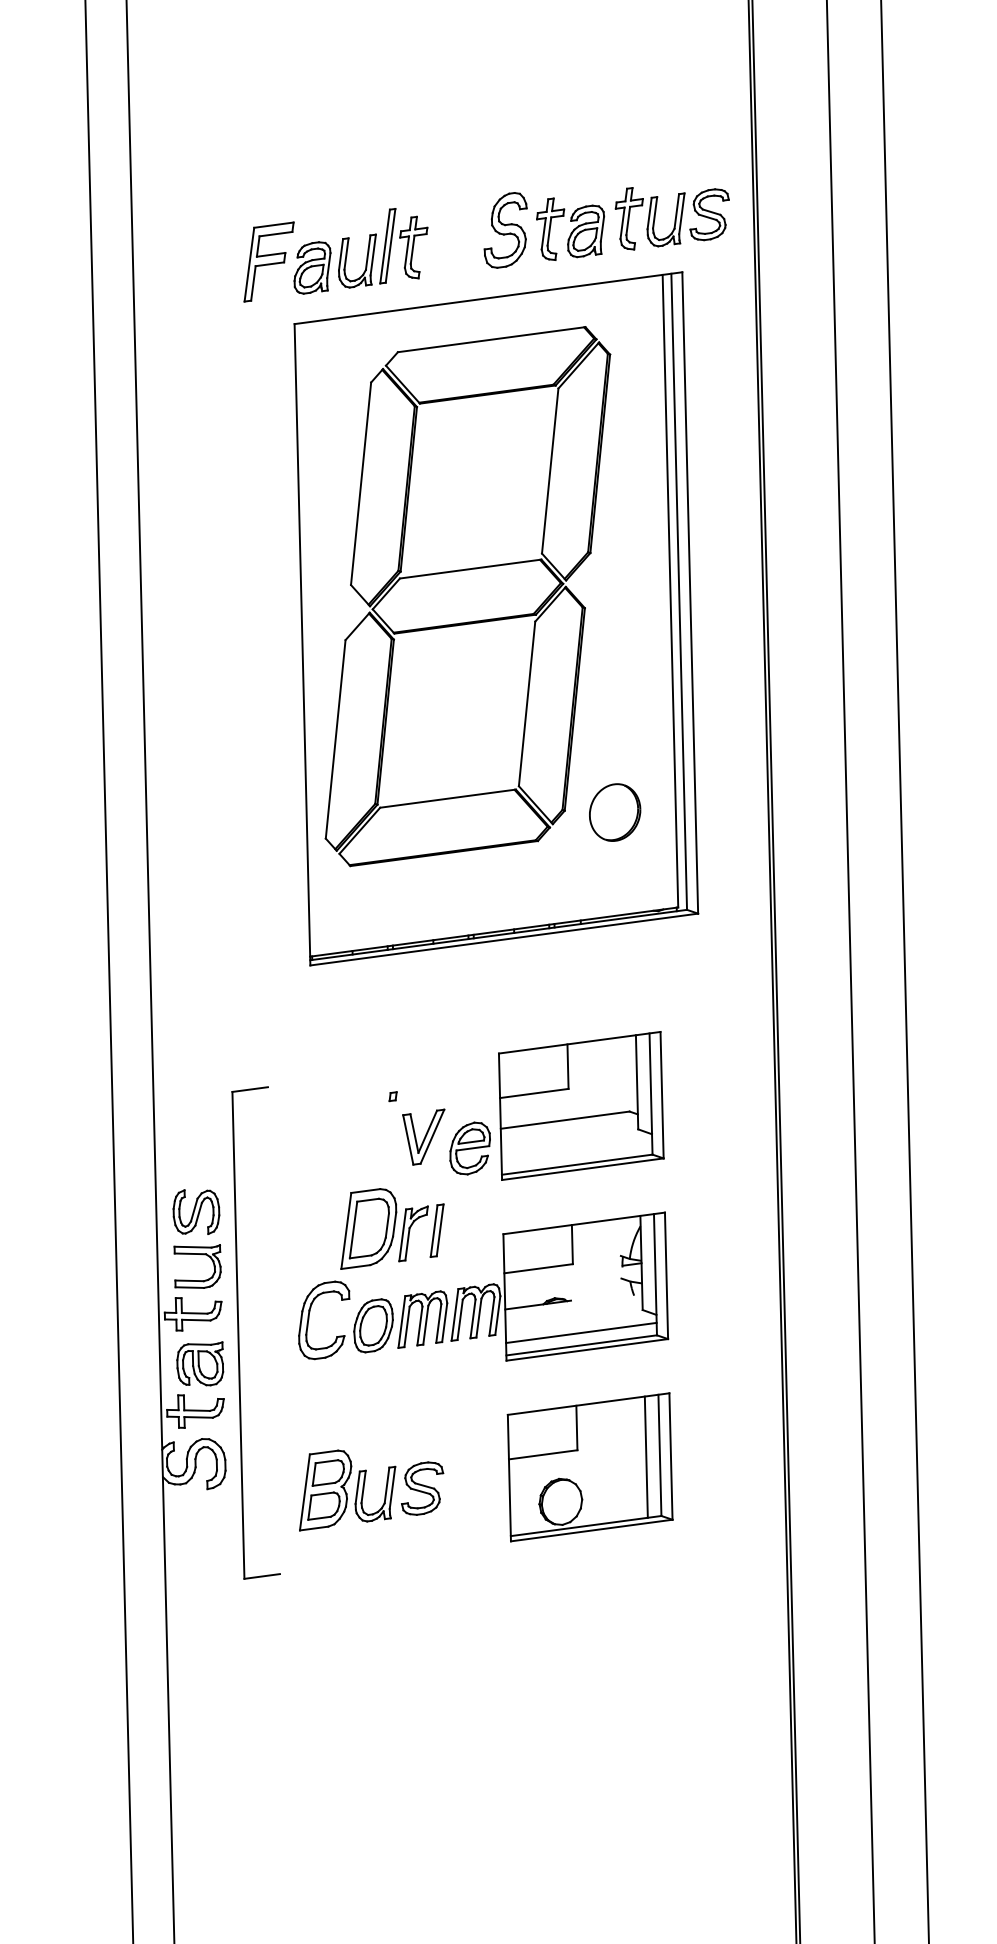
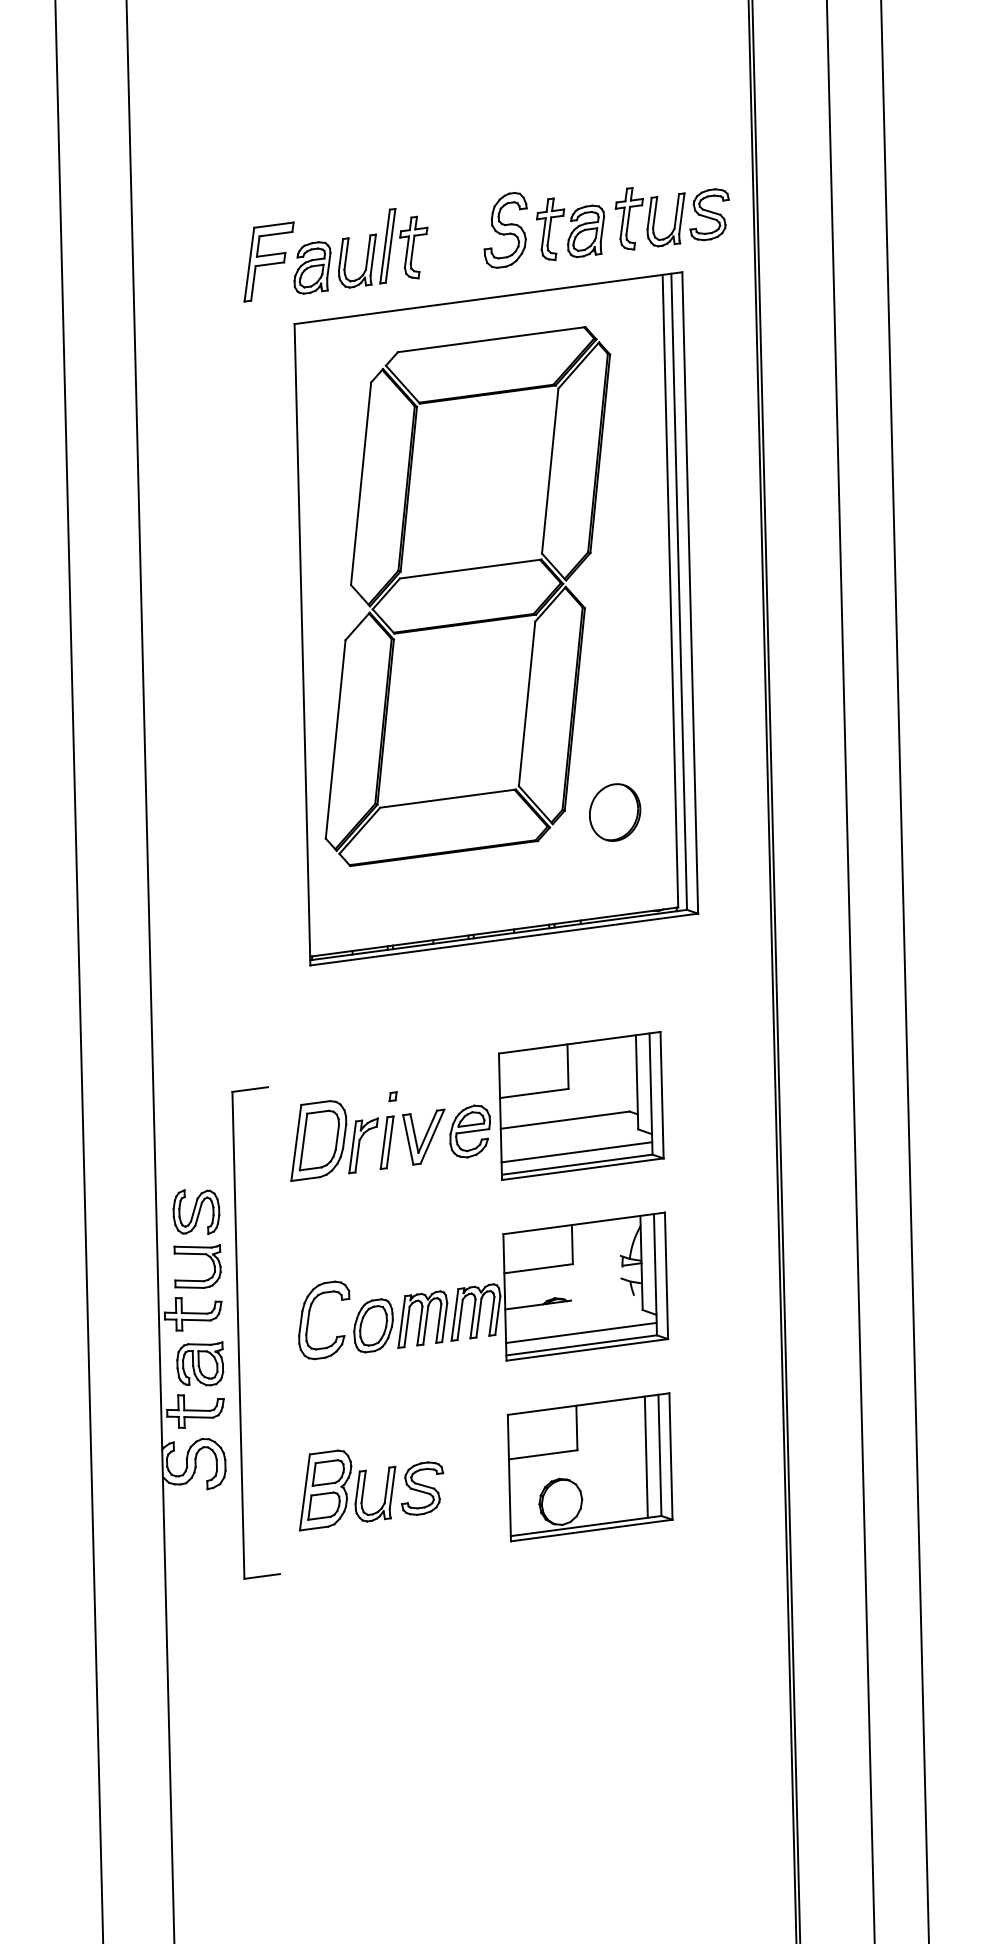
line at (109, 971) position: (109, 971) -> (79, 971)
part at (469, 1148) position: (469, 1148) -> (469, 1131)
line at (576, 1152): none -> present
part at (392, 1228) position: (392, 1228) -> (342, 1140)
